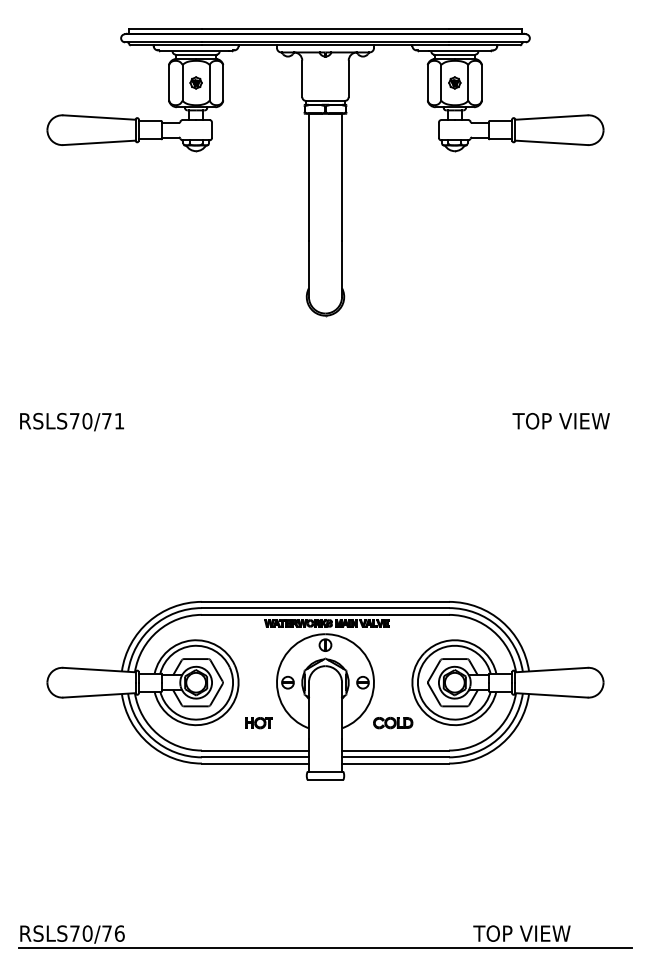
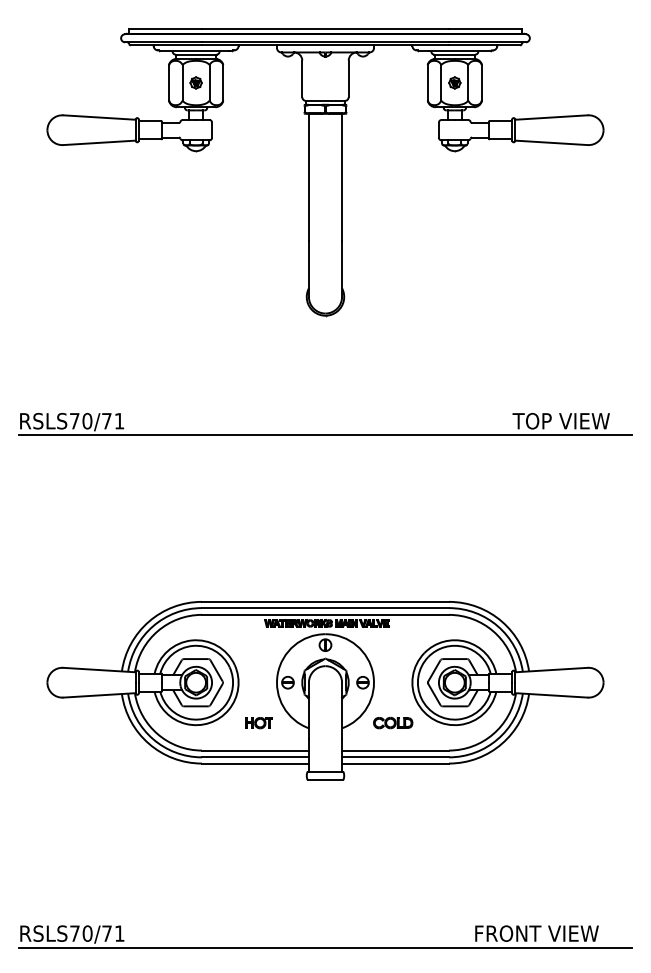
line at (325, 435): none -> present
text at (119, 933): RSLS70/76 -> RSLS70/71
text at (535, 933): TOP VIEW -> FRONT VIEW
